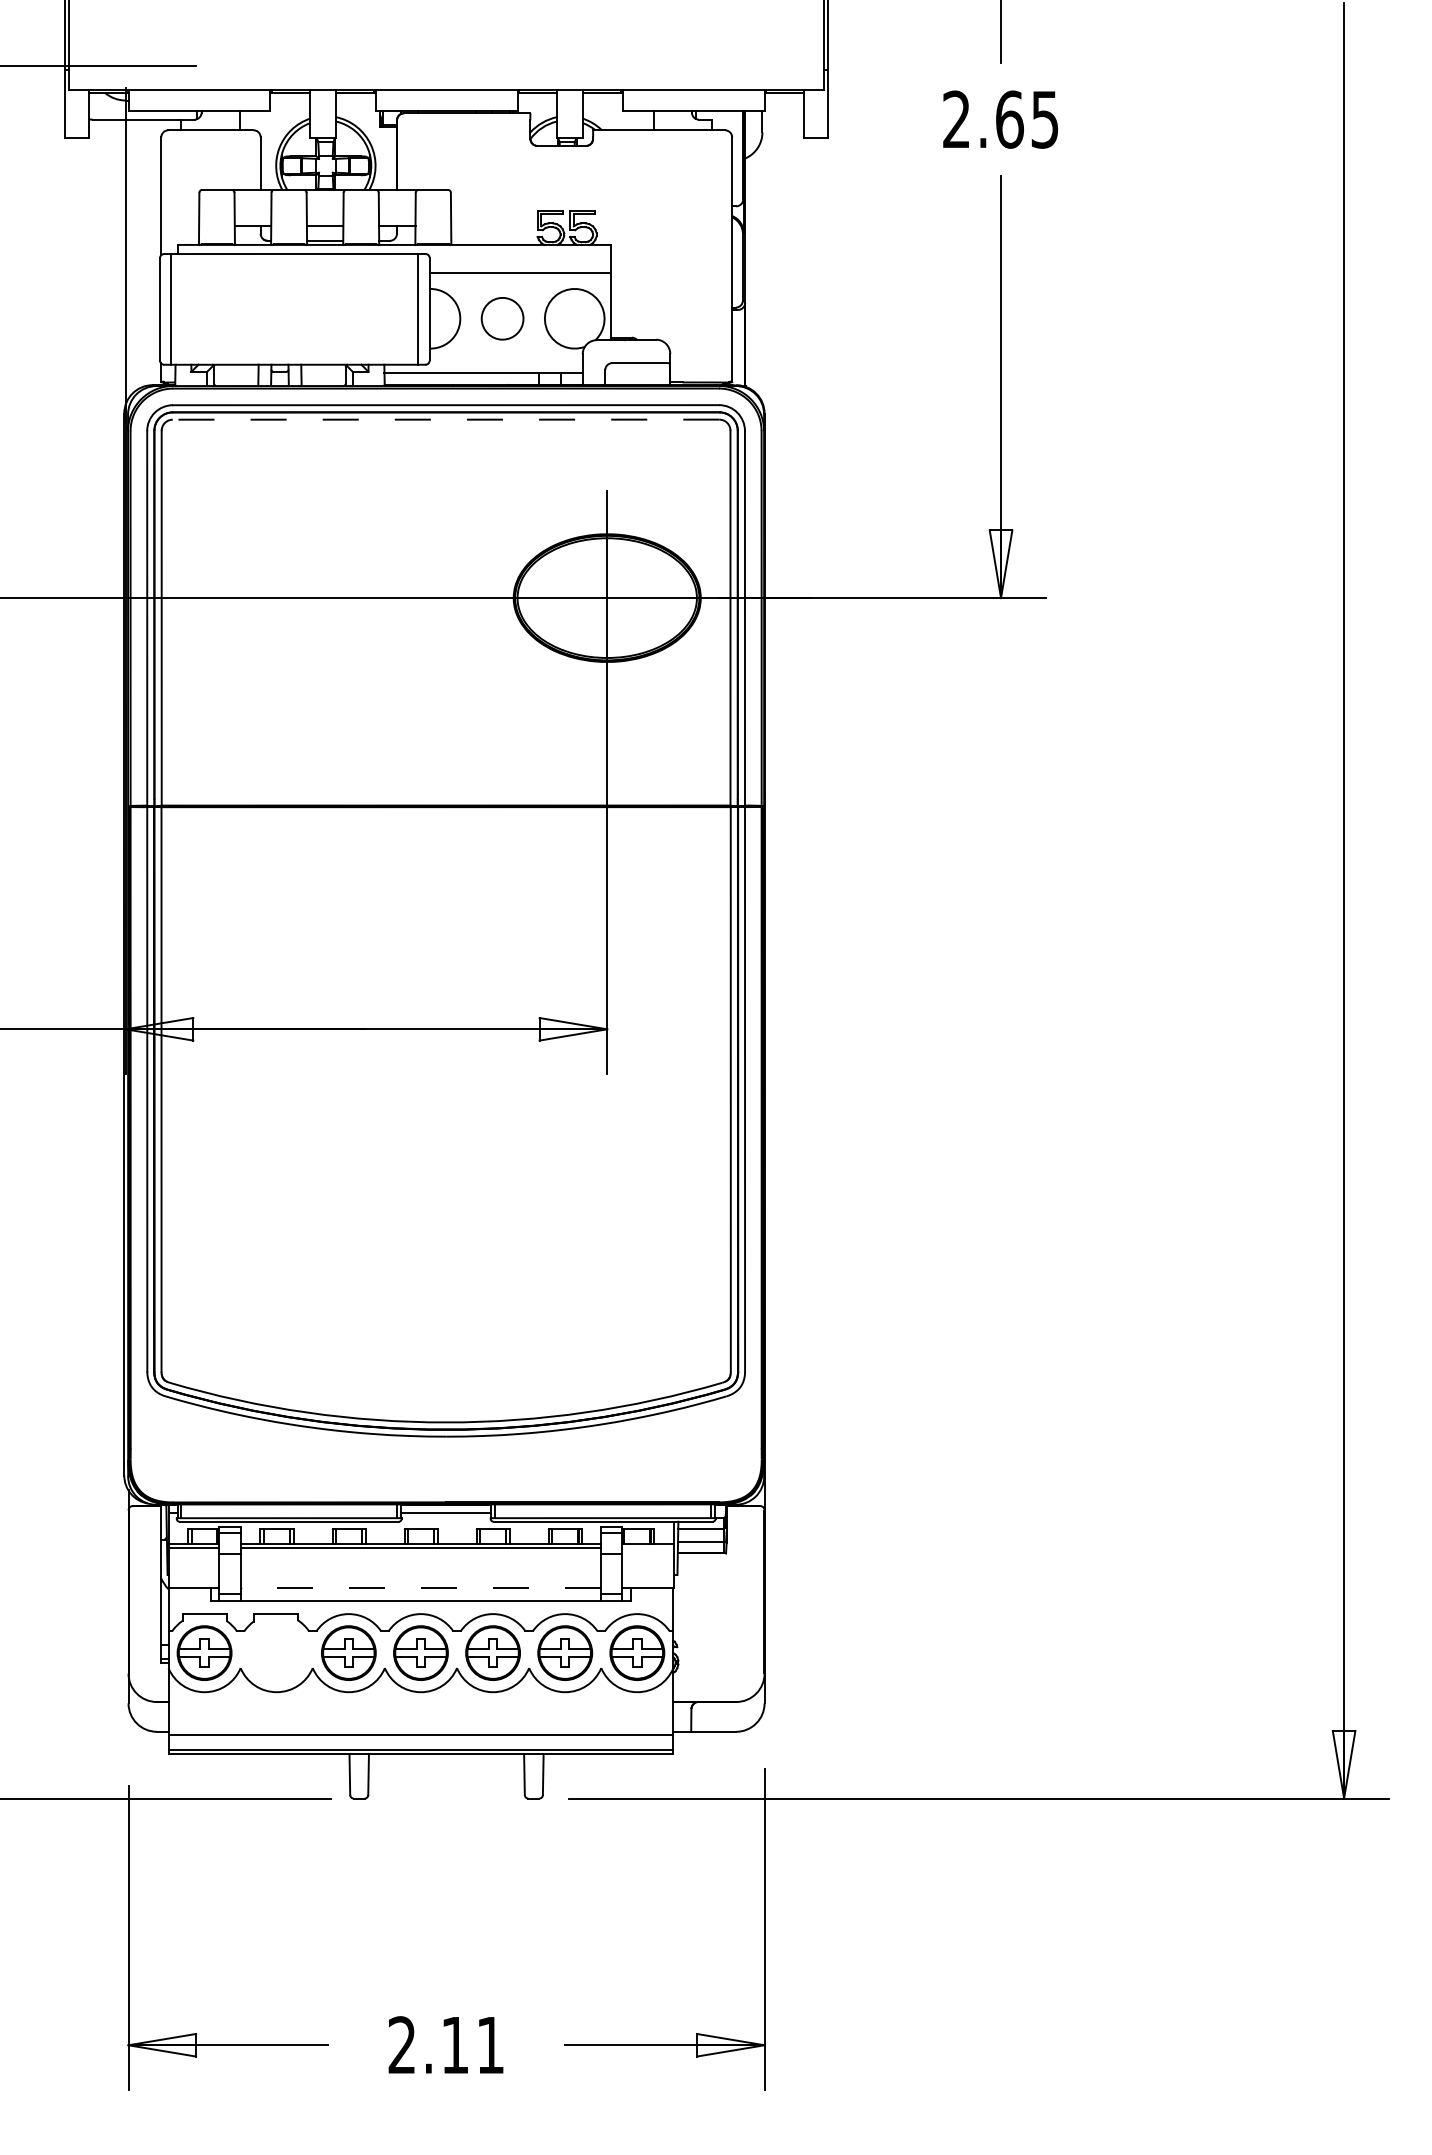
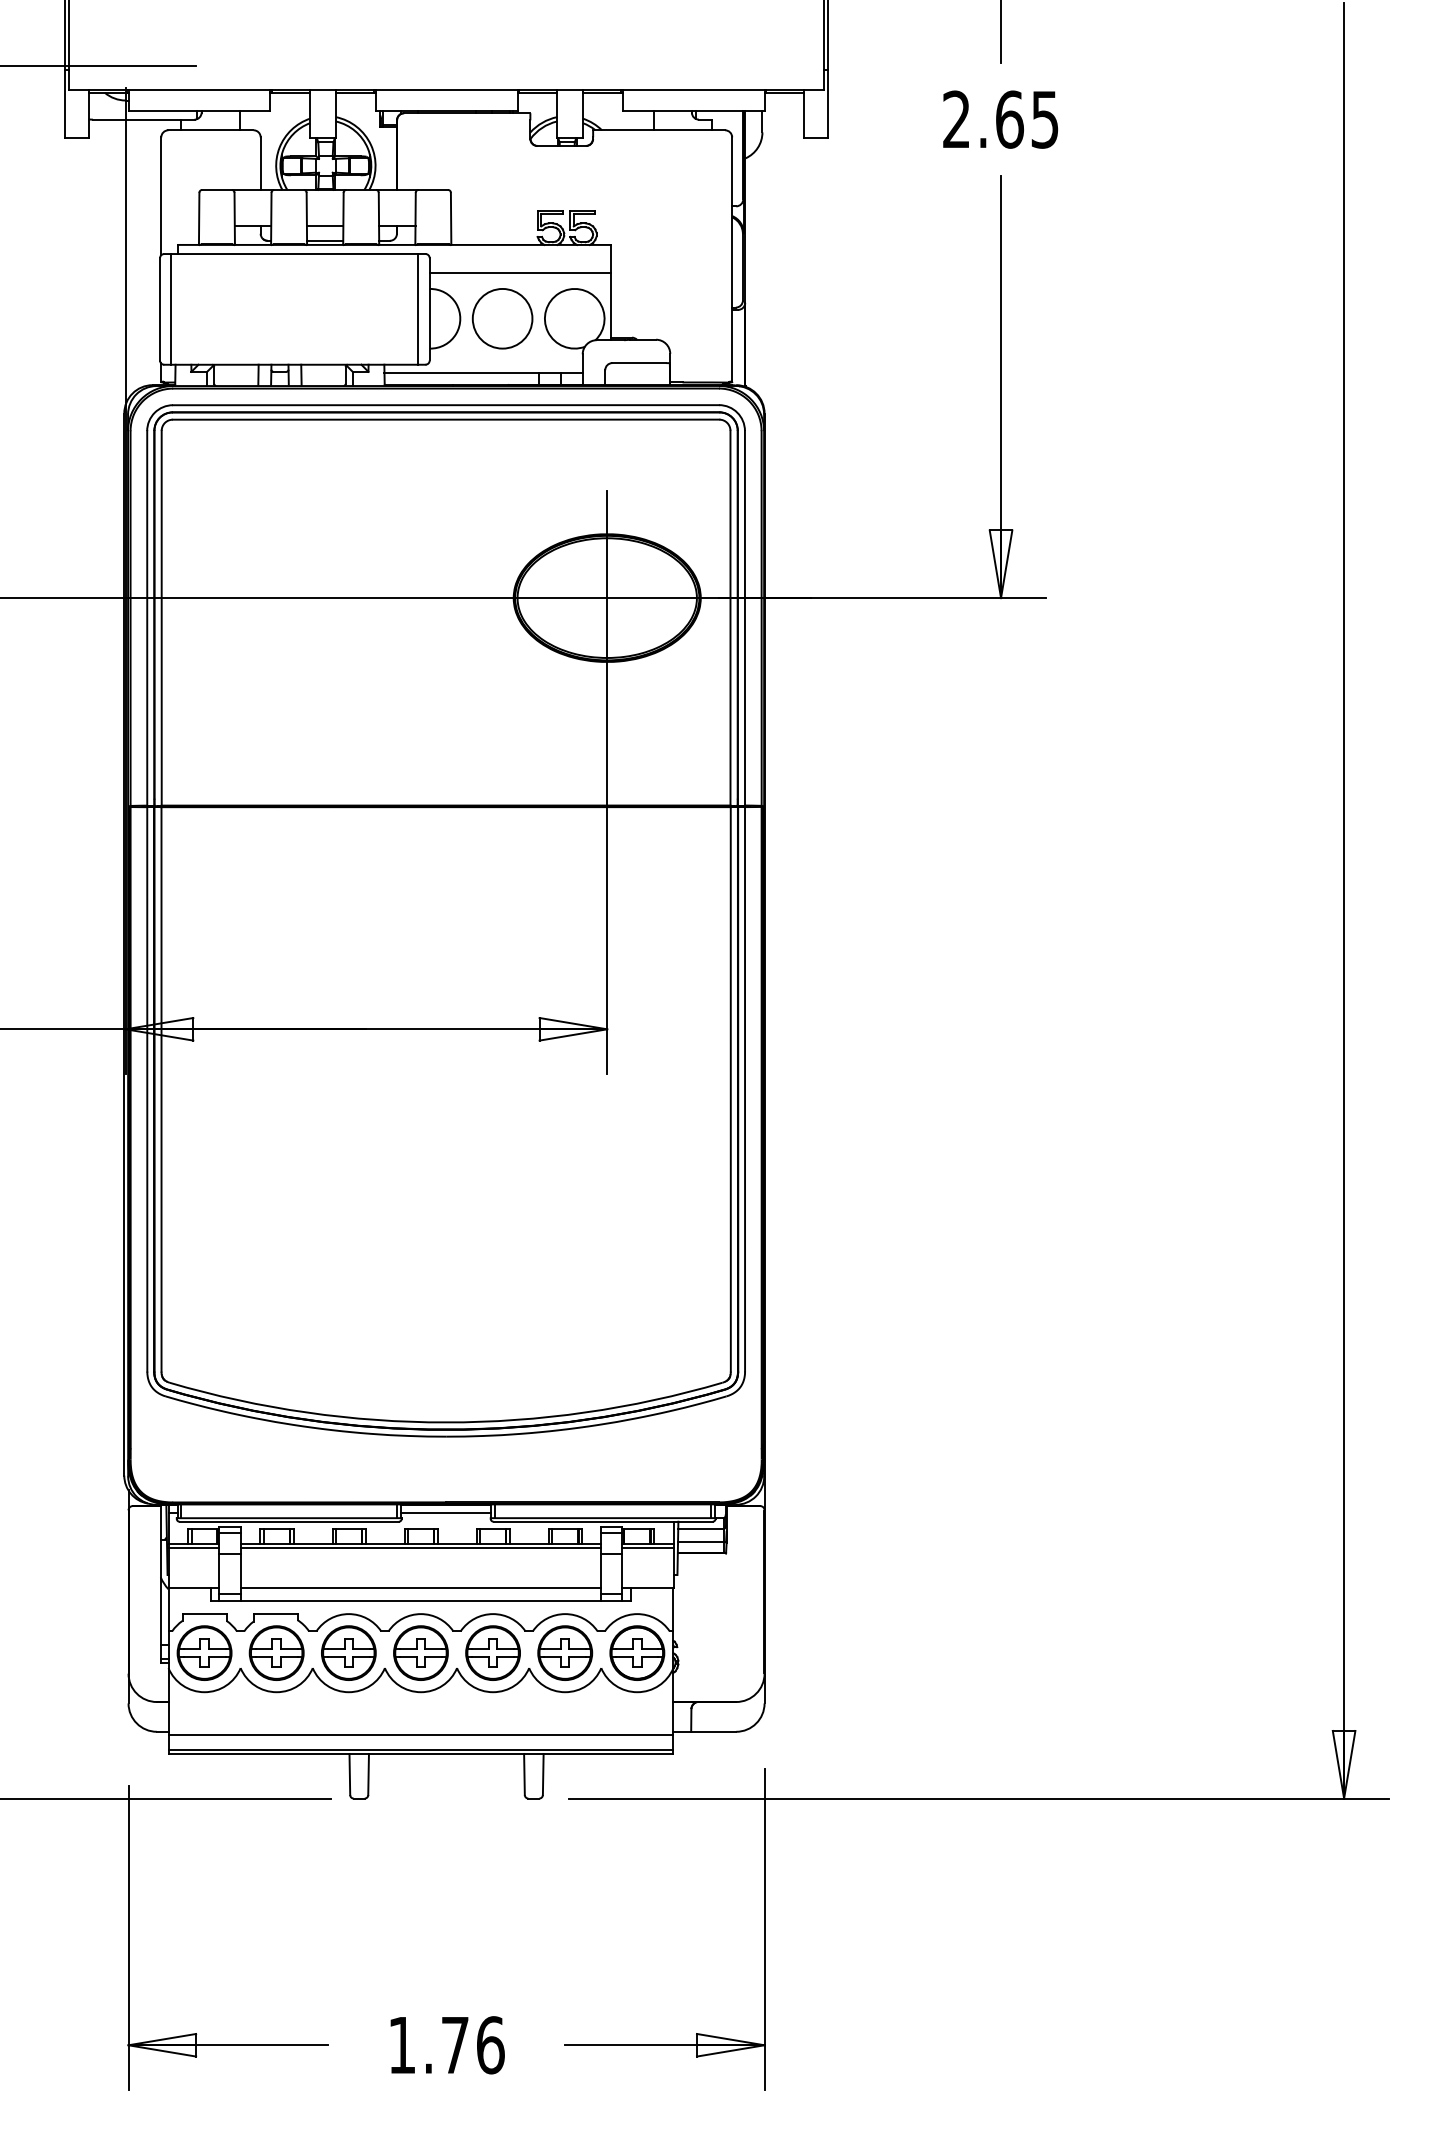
circle at (502, 318) diameter: 42 px -> 60 px
line at (445, 419): dashed -> solid
line at (647, 1548): none -> present
line at (420, 1587): dashed -> solid
part at (276, 1652): none -> present
text at (446, 2045): 2.11 -> 1.76
